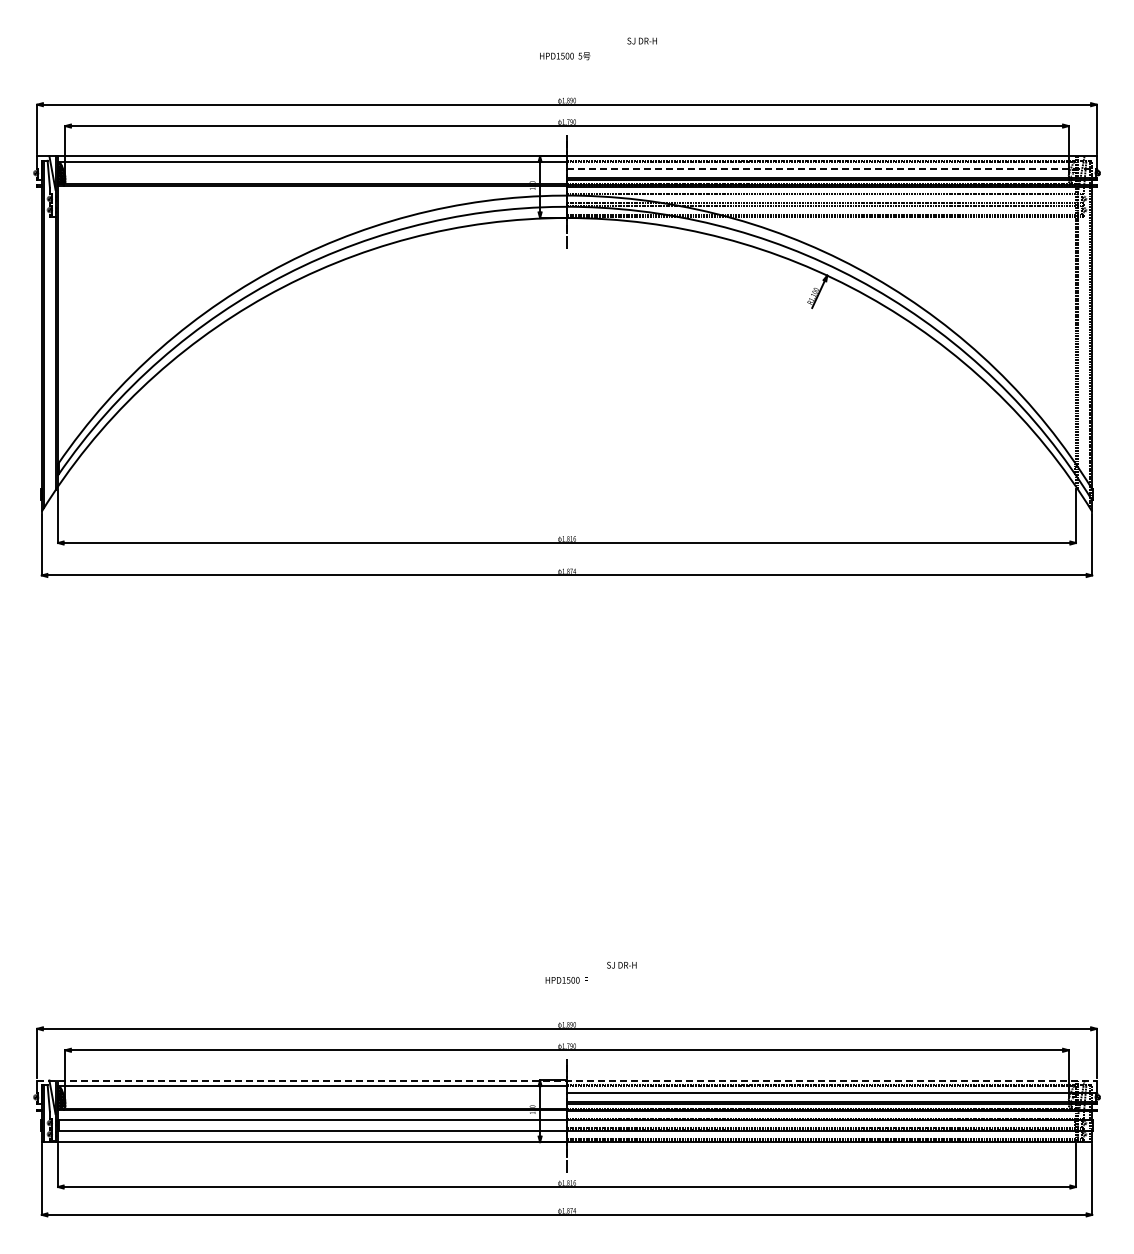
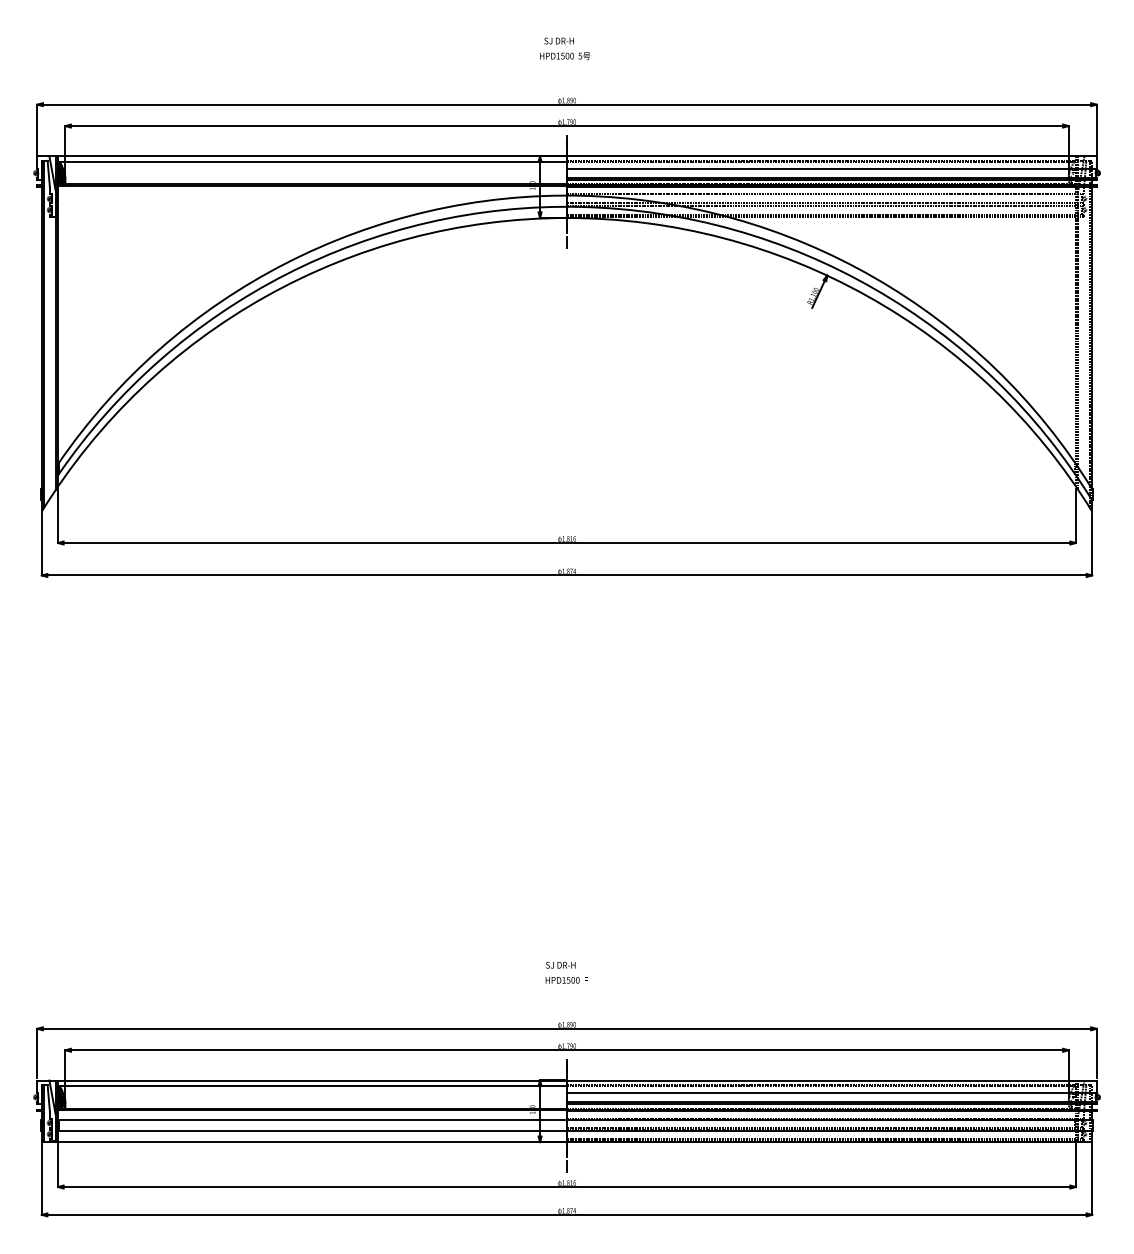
text at (641, 40) position: (641, 40) -> (558, 40)
line at (831, 168): dashed -> solid
text at (621, 964) position: (621, 964) -> (560, 964)
line at (567, 1080): dashed -> solid
